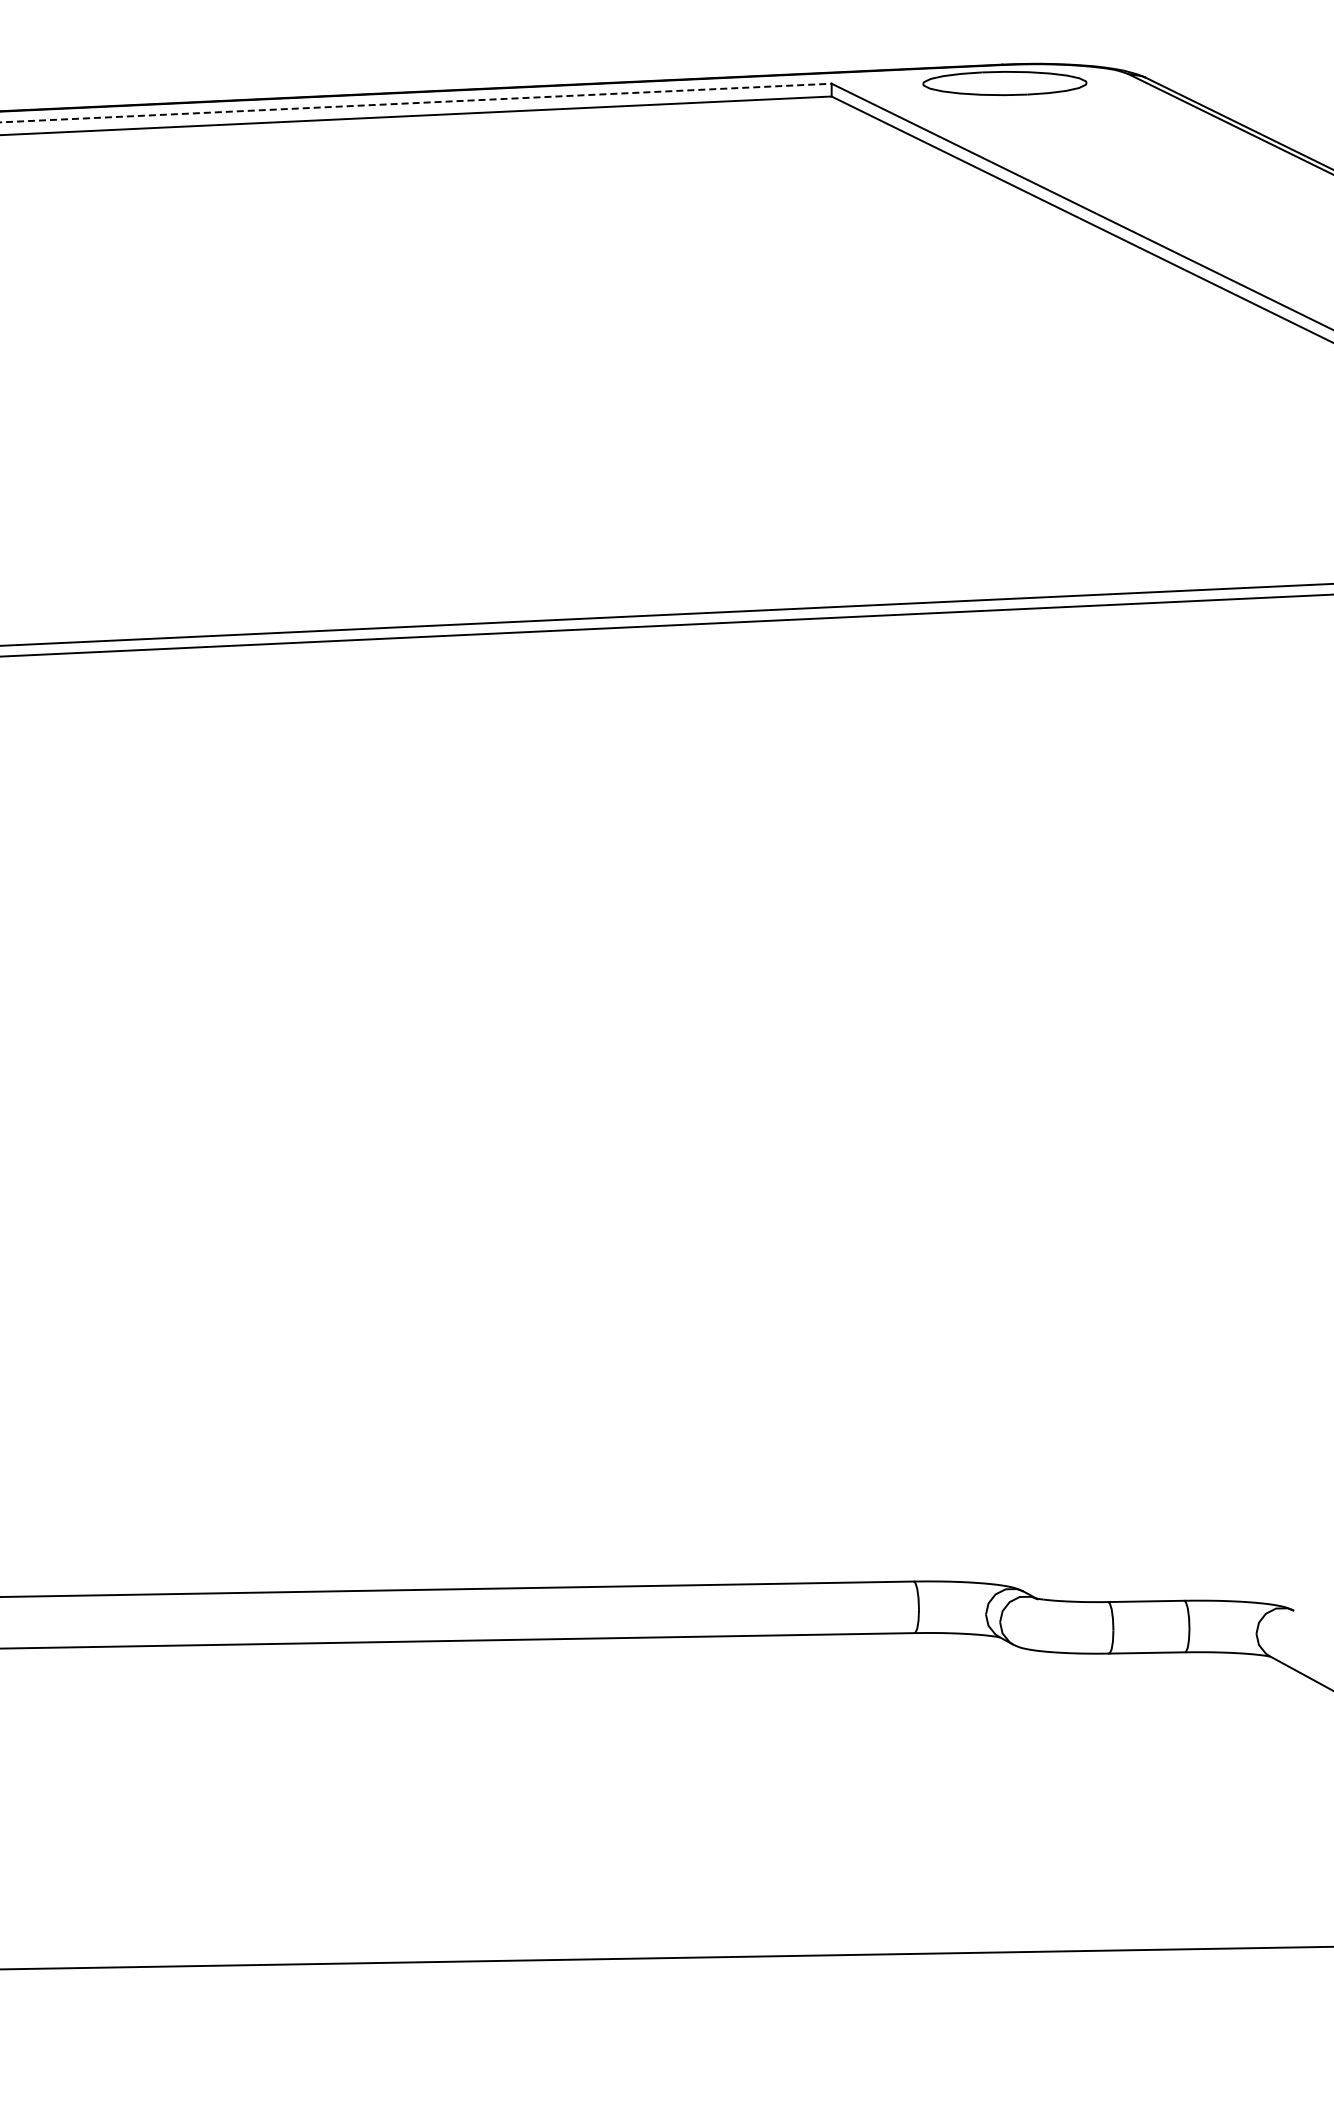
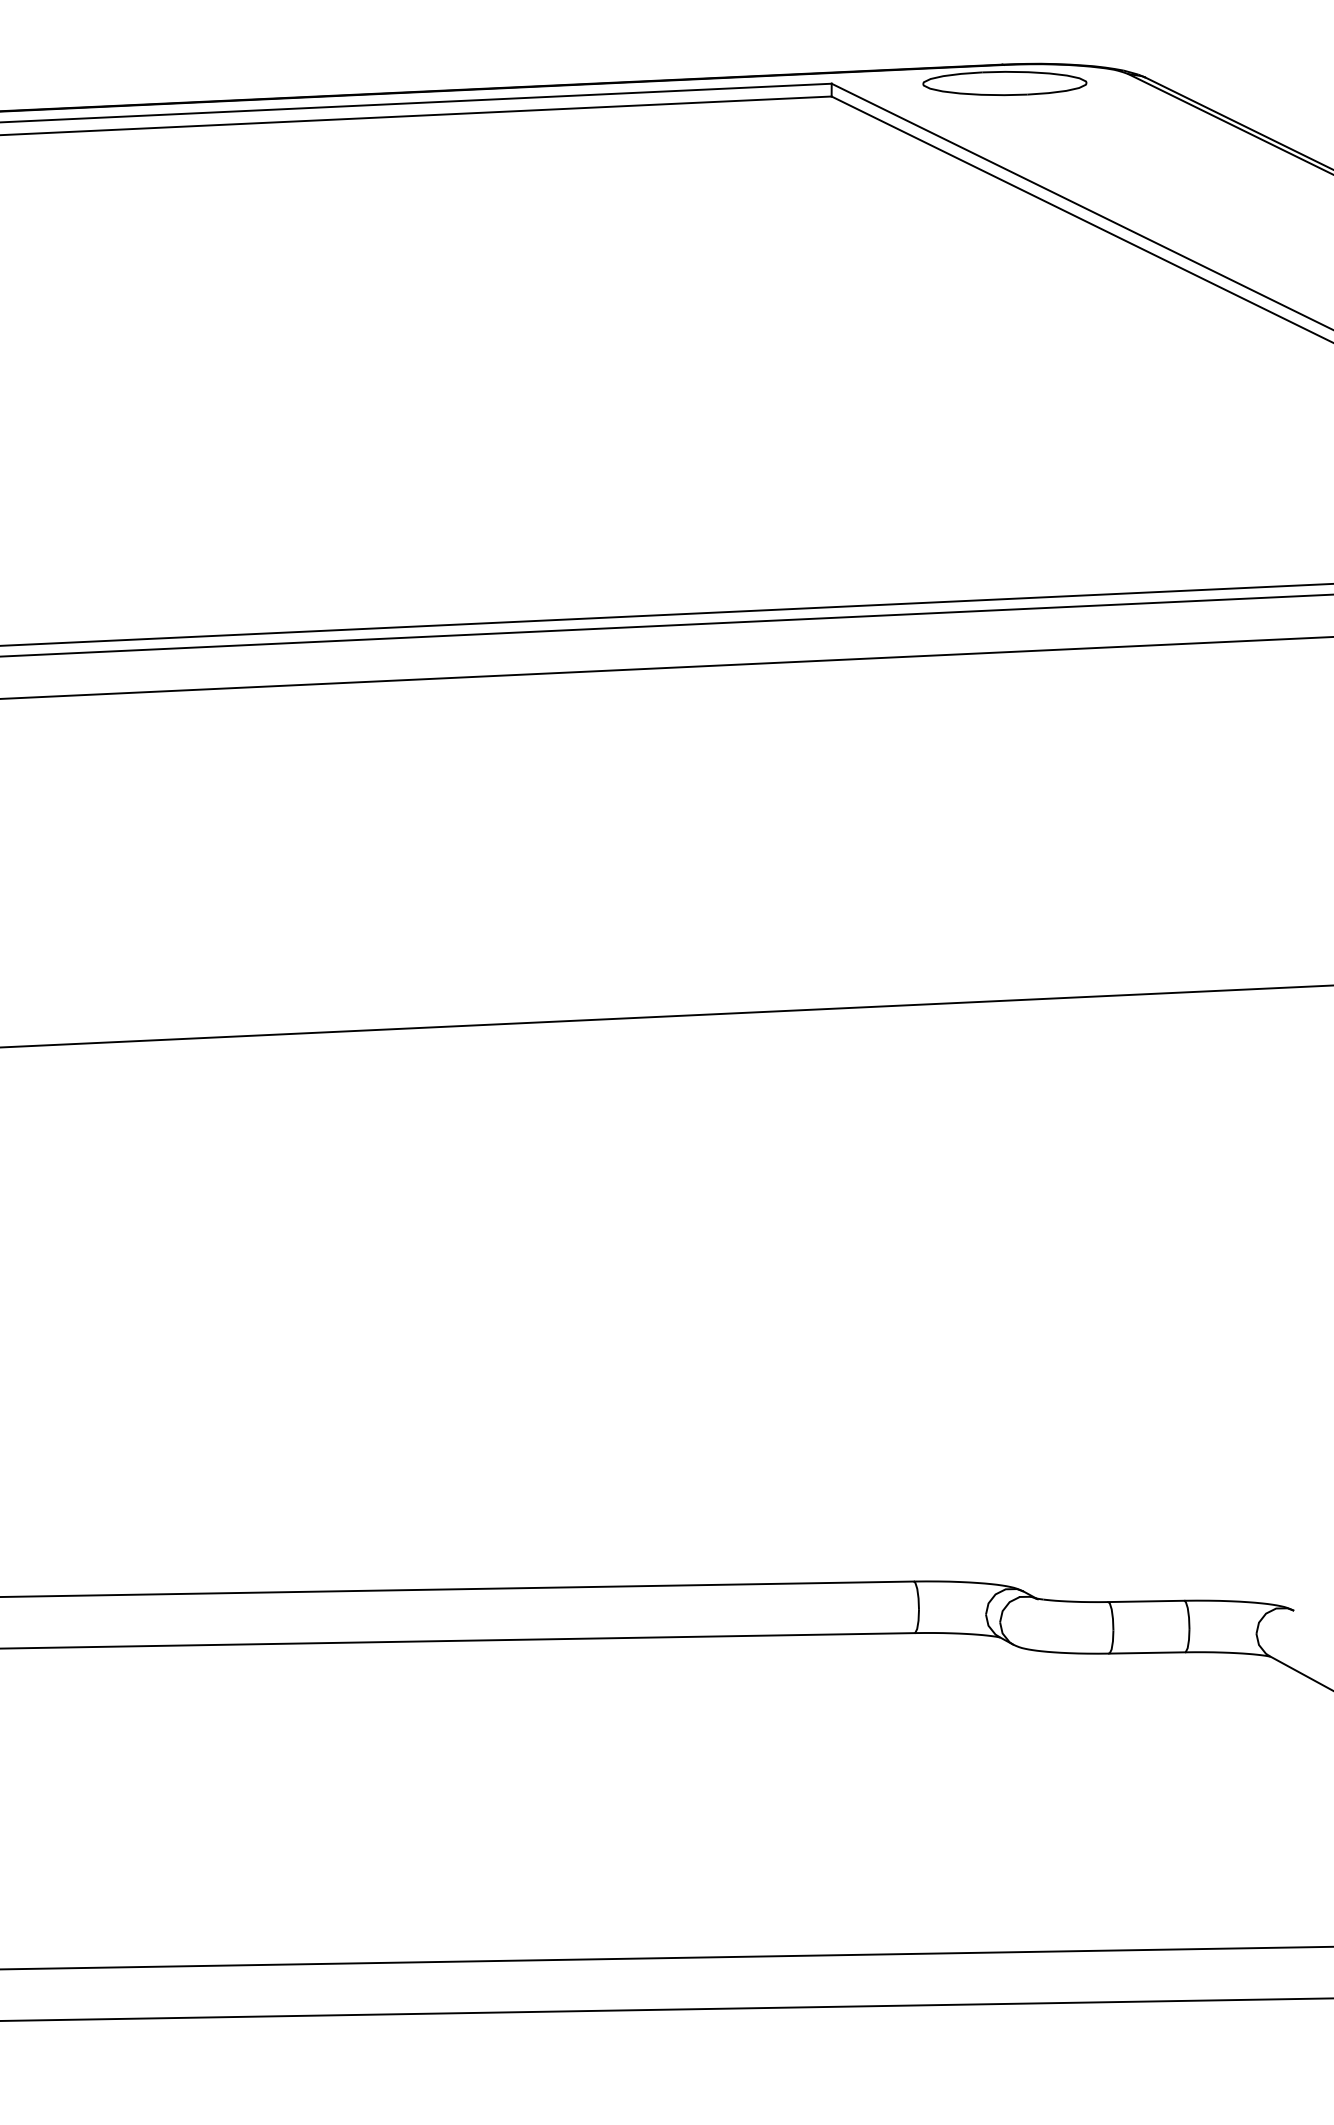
line at (416, 103): dashed -> solid
line at (666, 667): none -> present
line at (666, 1016): none -> present
line at (666, 2009): none -> present
